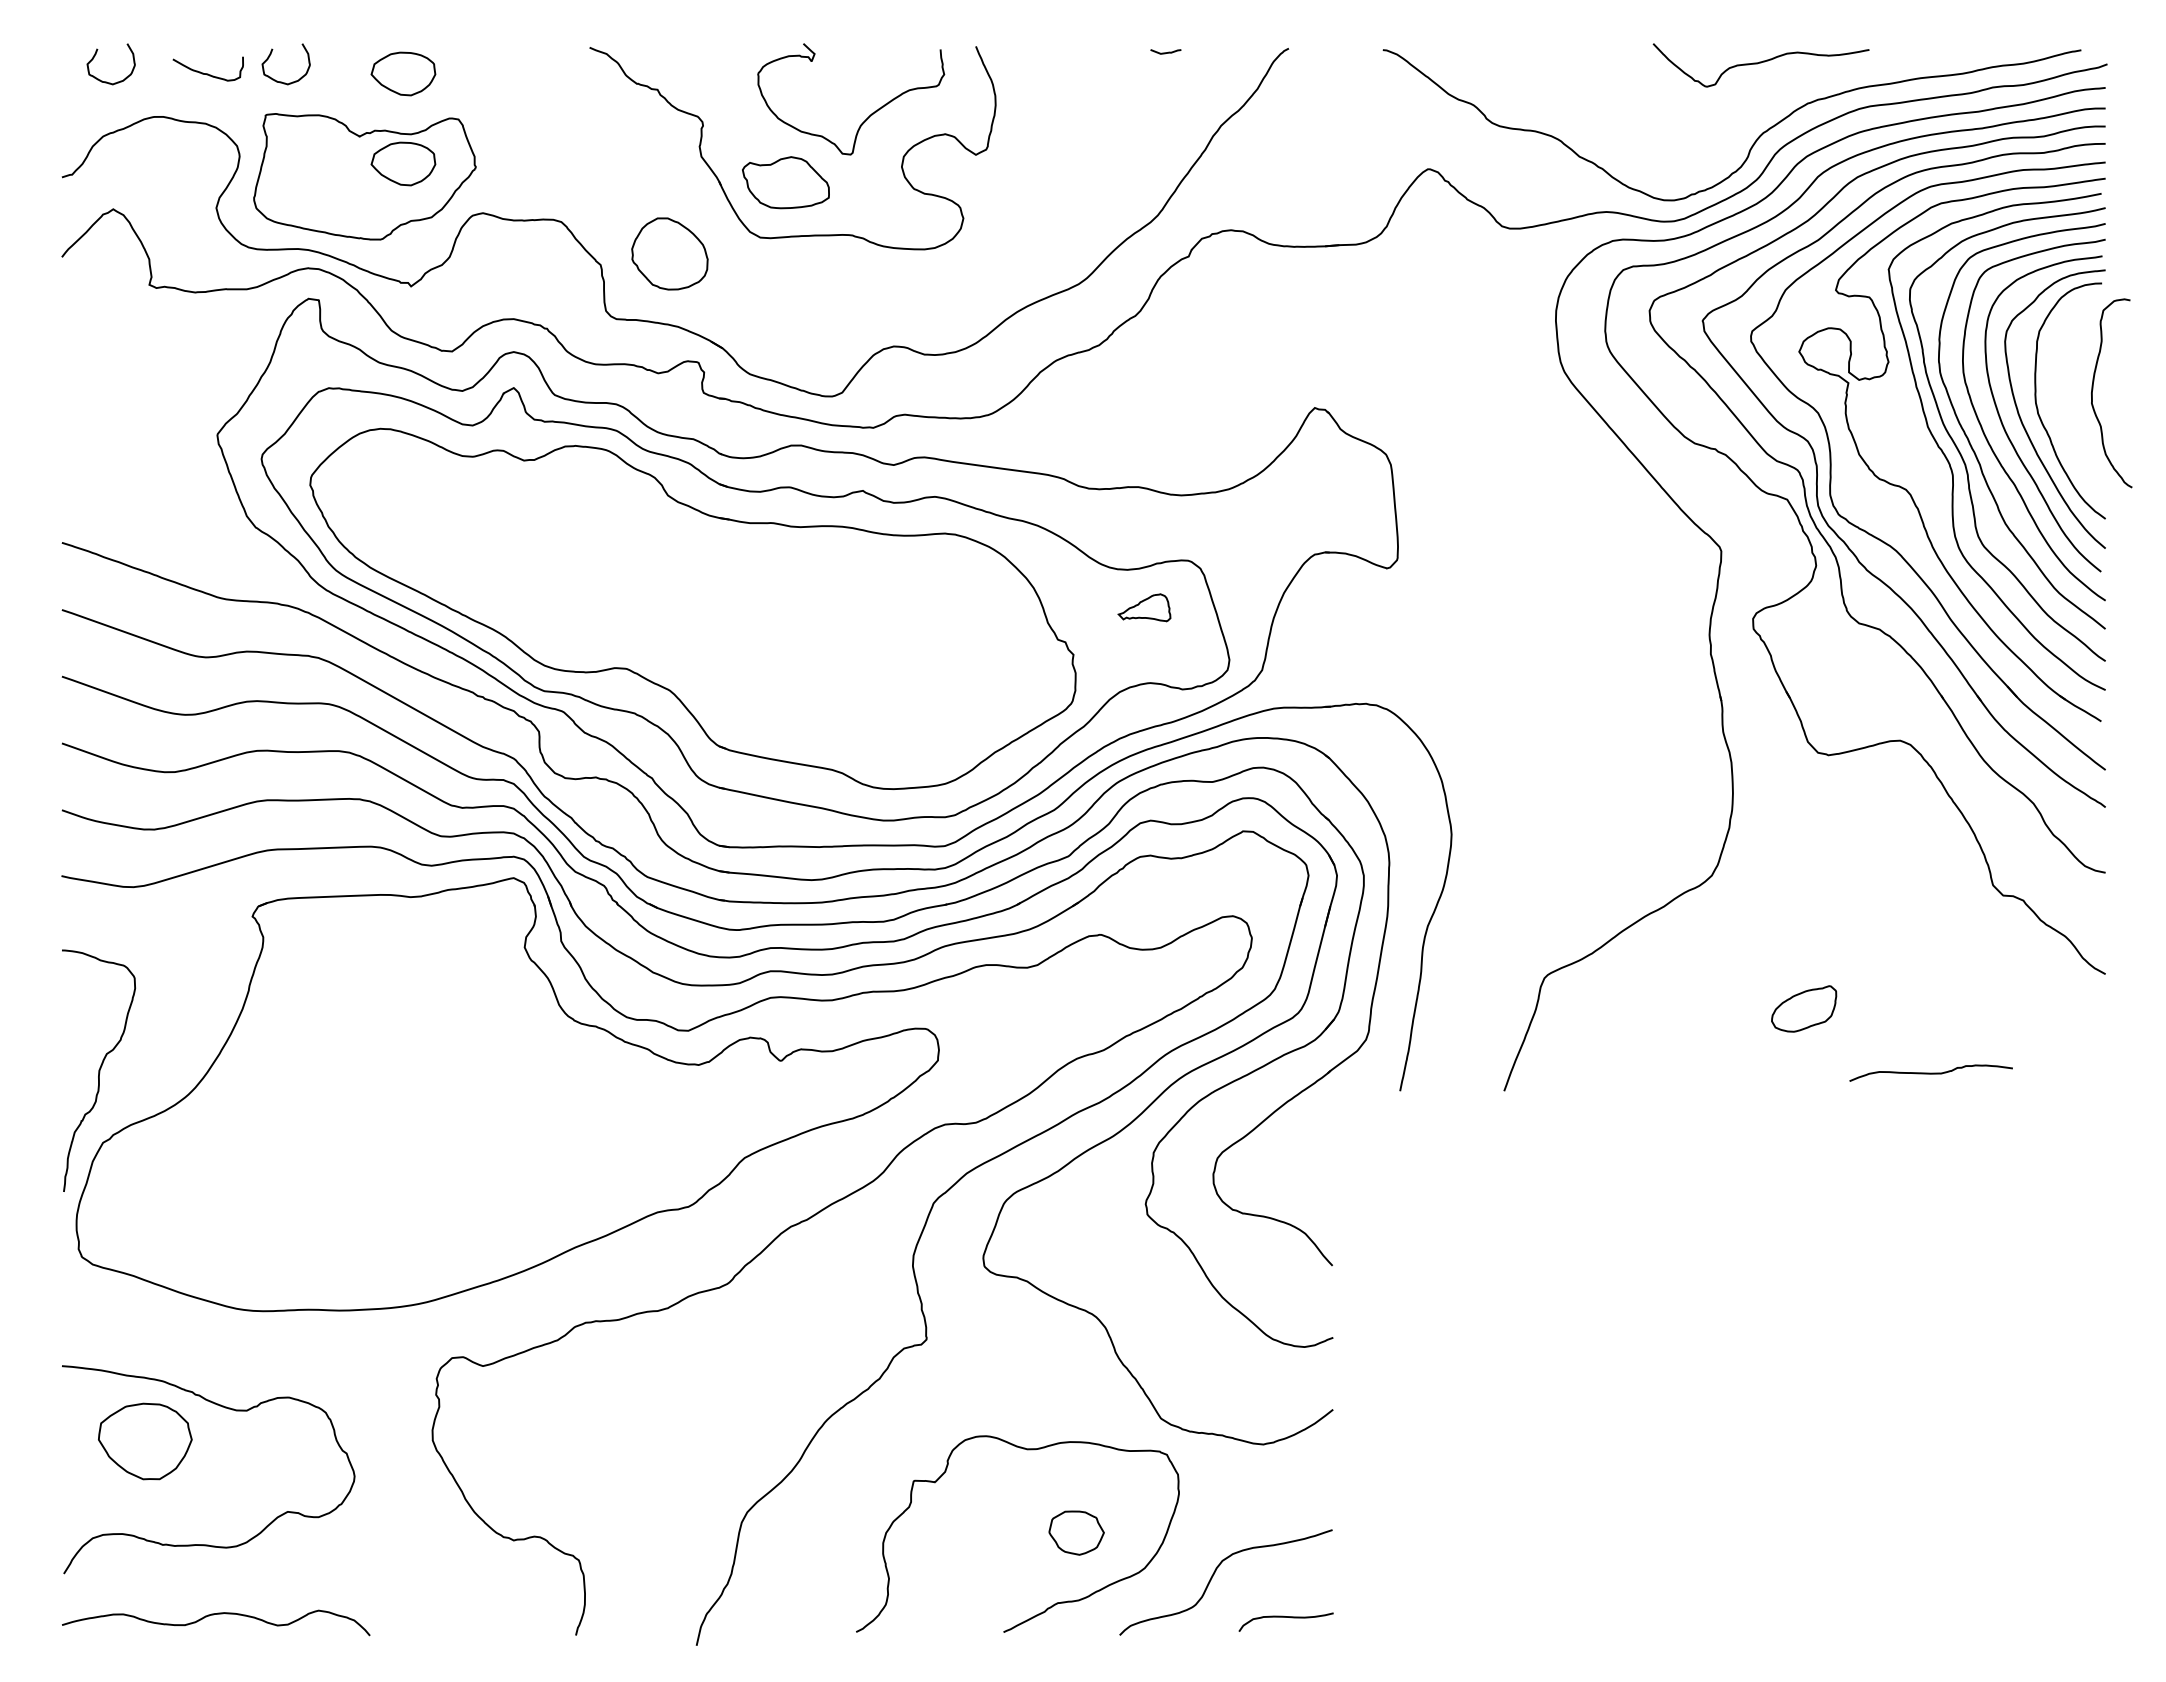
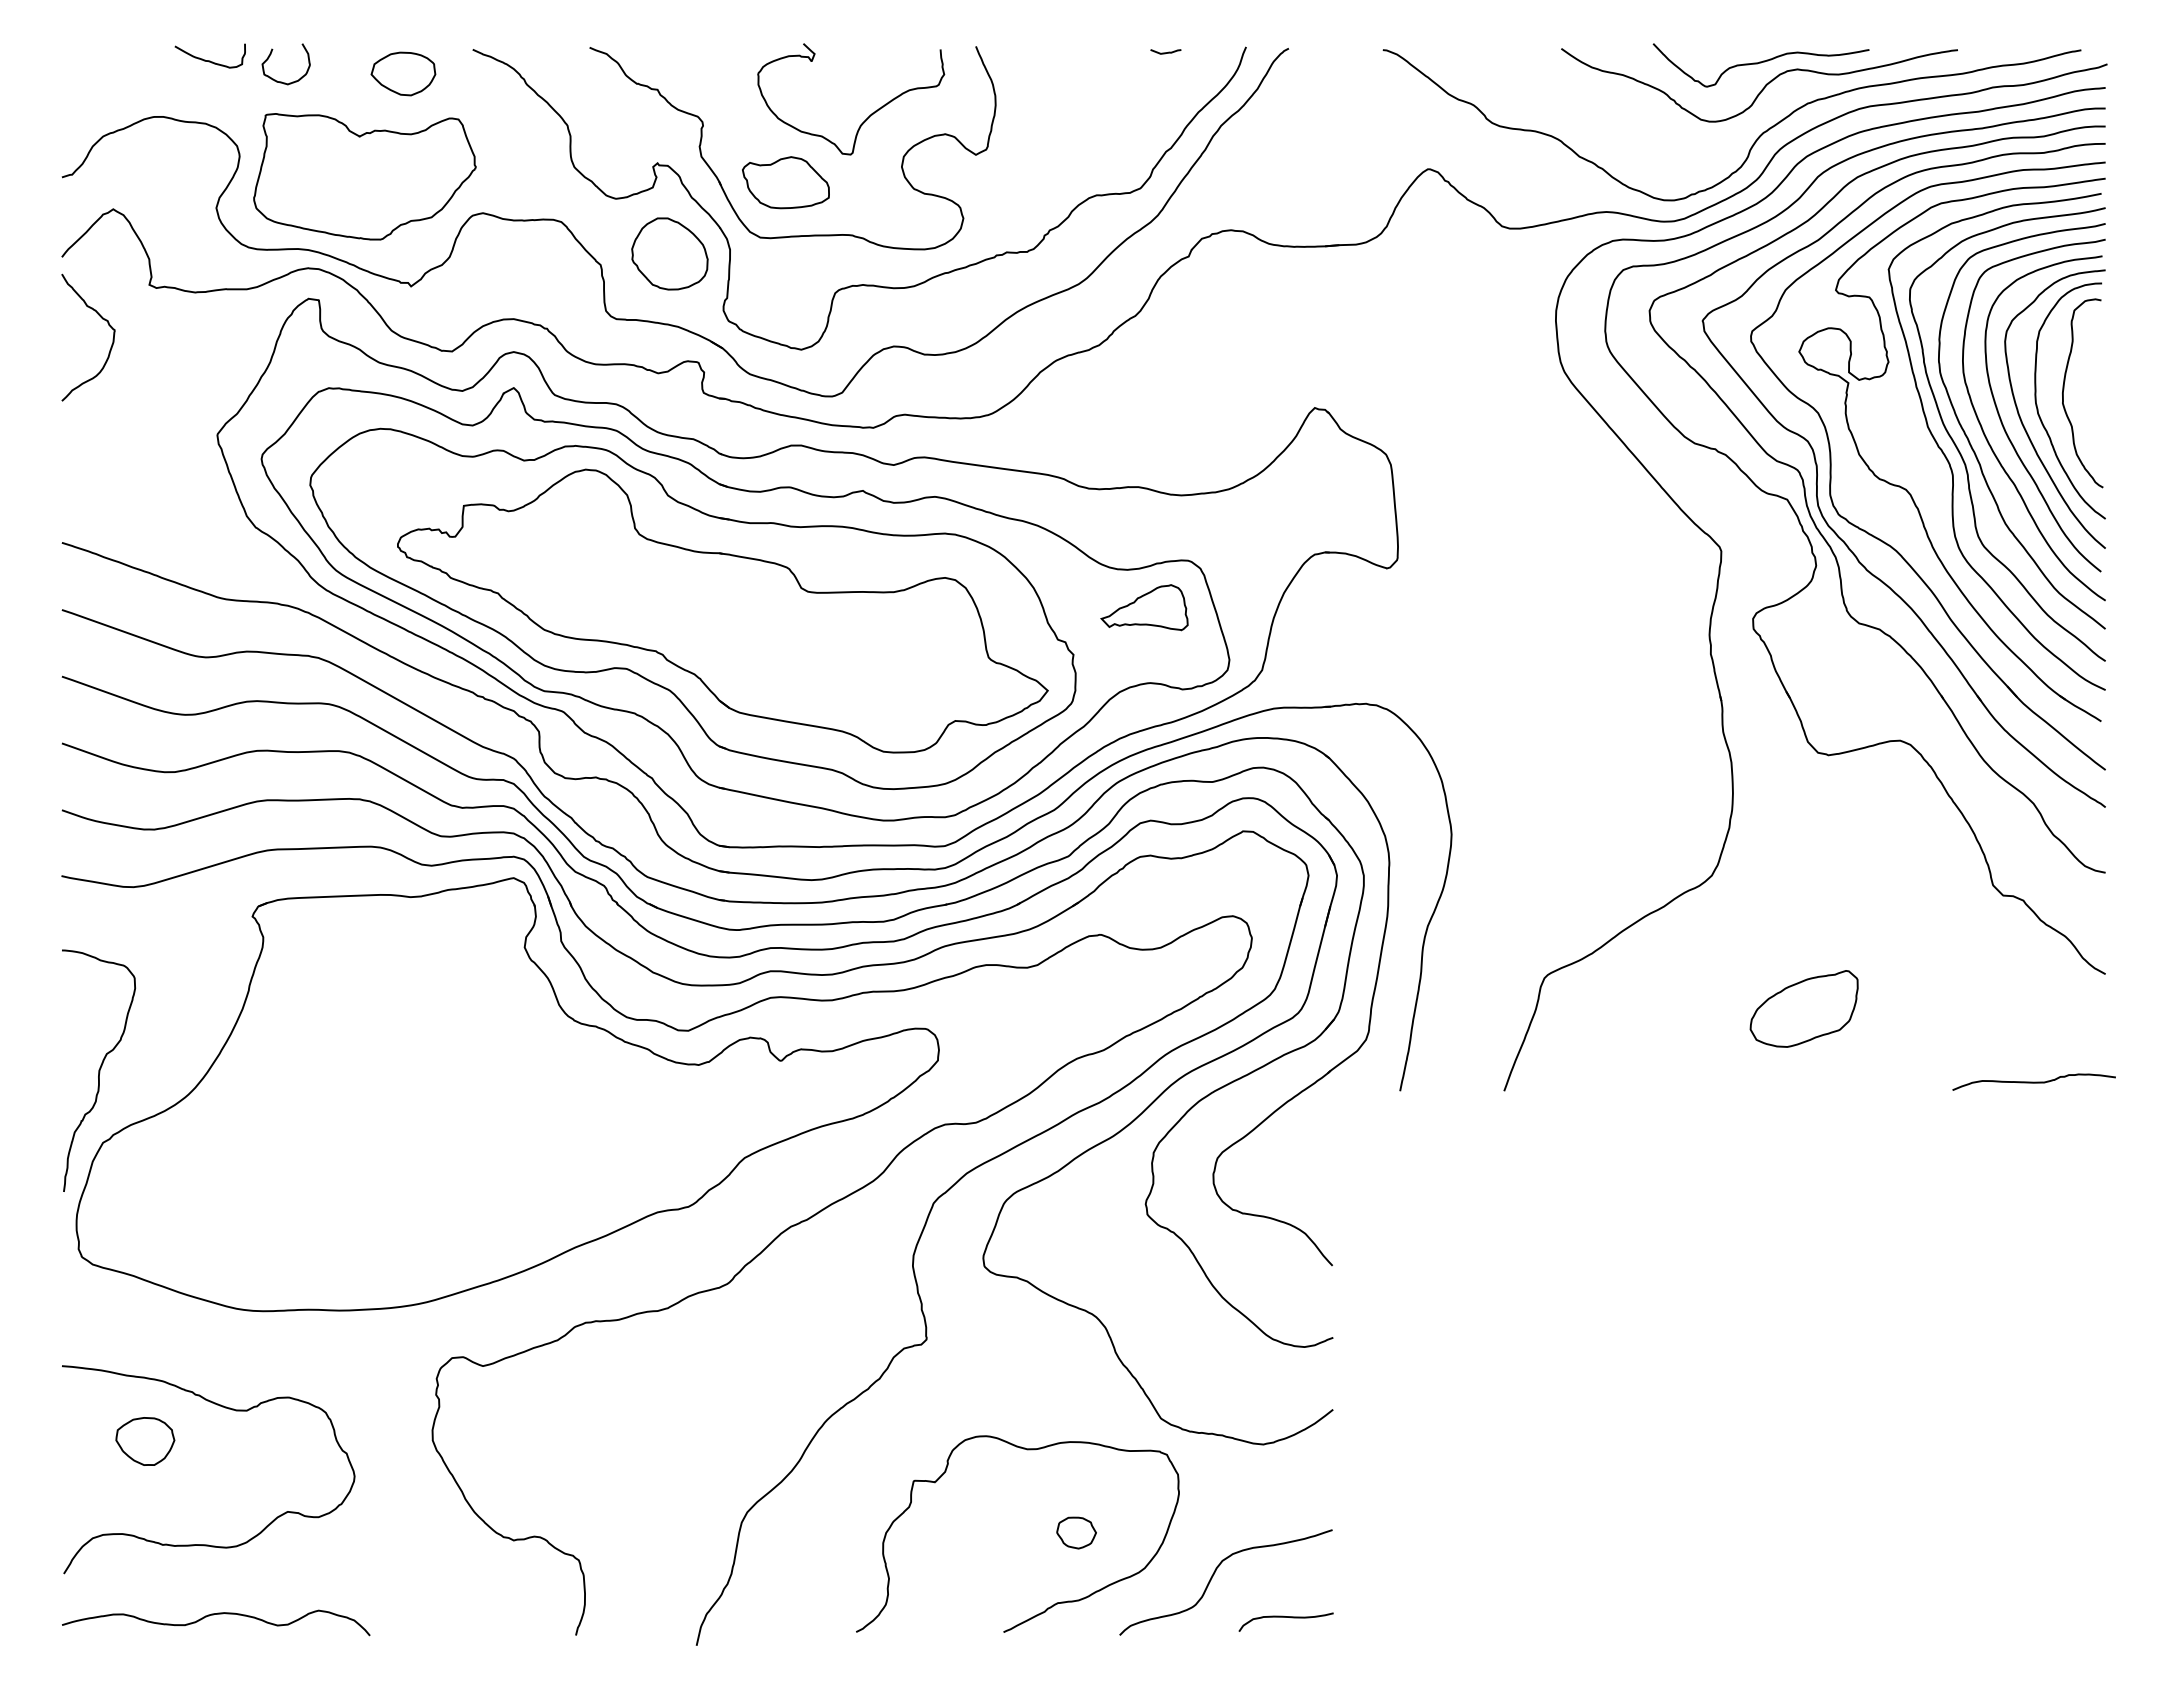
curve at (95, 56): present -> none
curve at (207, 73) position: (207, 73) -> (209, 60)
curve at (1762, 88): none -> present
part at (403, 163): present -> none
part at (859, 284): none -> present
curve at (102, 319): none -> present
curve at (2093, 389) position: (2093, 389) -> (2064, 389)
part at (1144, 607) size: 55x30 px -> 89x48 px
part at (722, 610): none -> present
part at (1804, 1008) size: 67x48 px -> 110x78 px
curve at (1930, 1072) position: (1930, 1072) -> (2033, 1081)
part at (145, 1441) size: 95x79 px -> 61x49 px
part at (1076, 1532) size: 57x46 px -> 41x34 px
